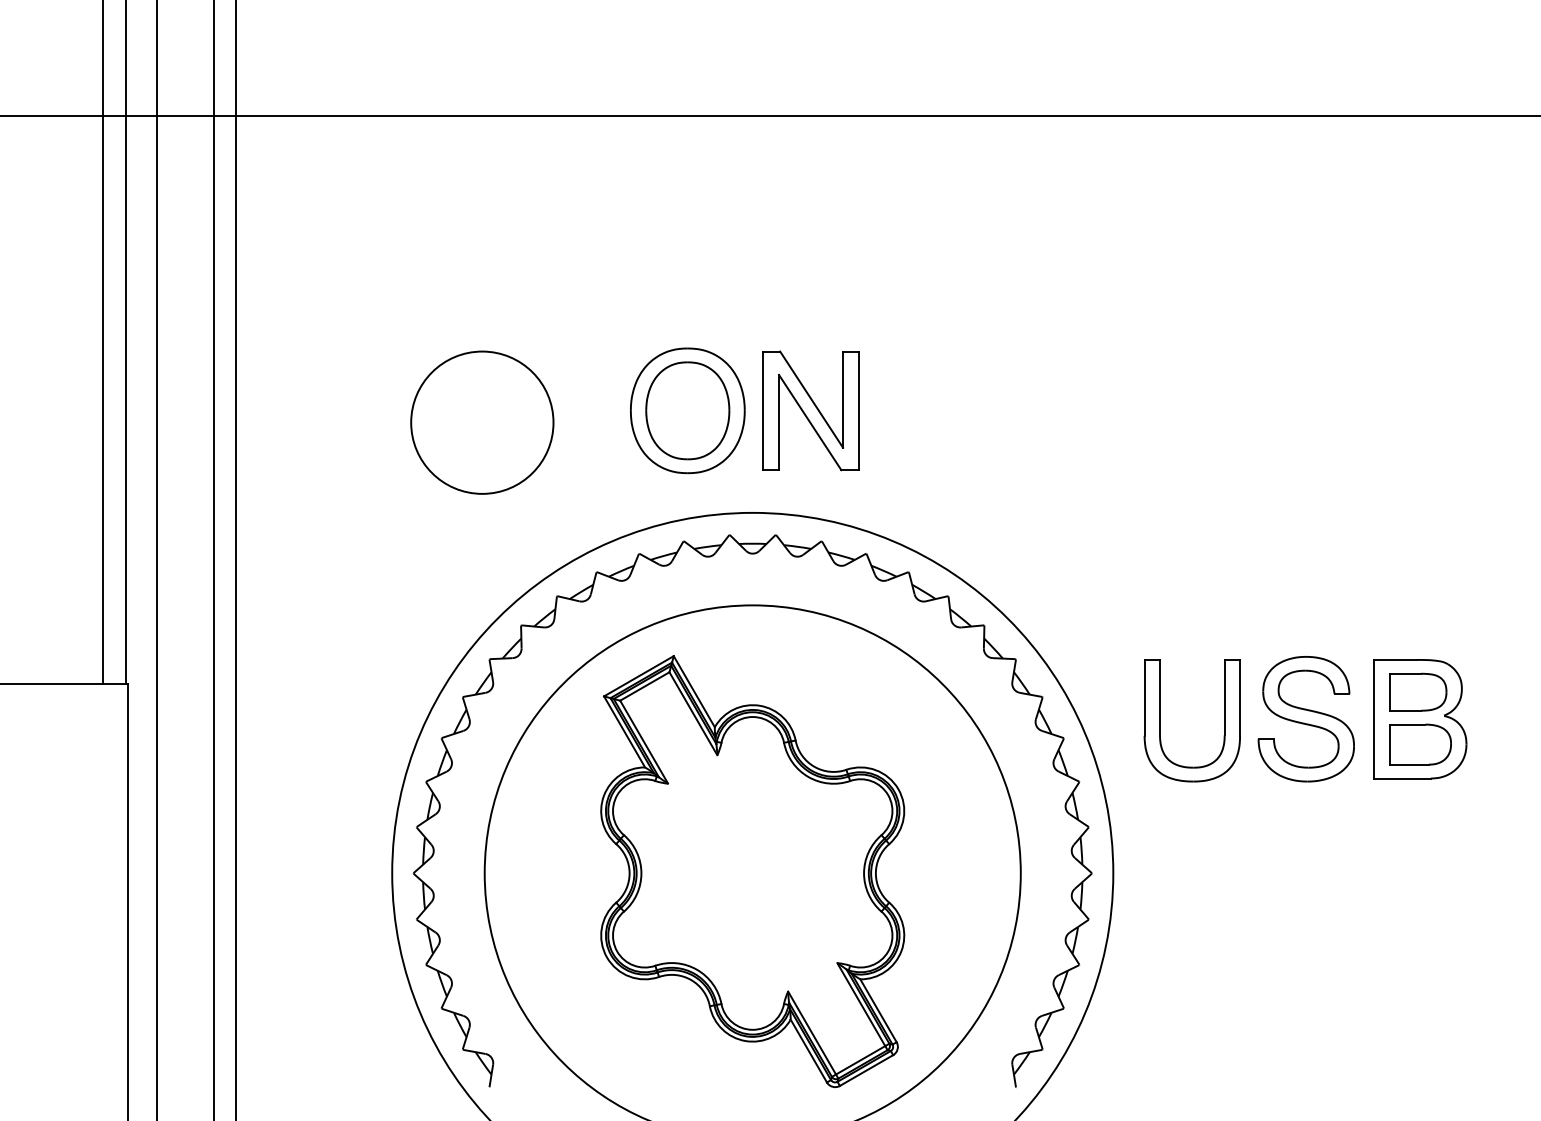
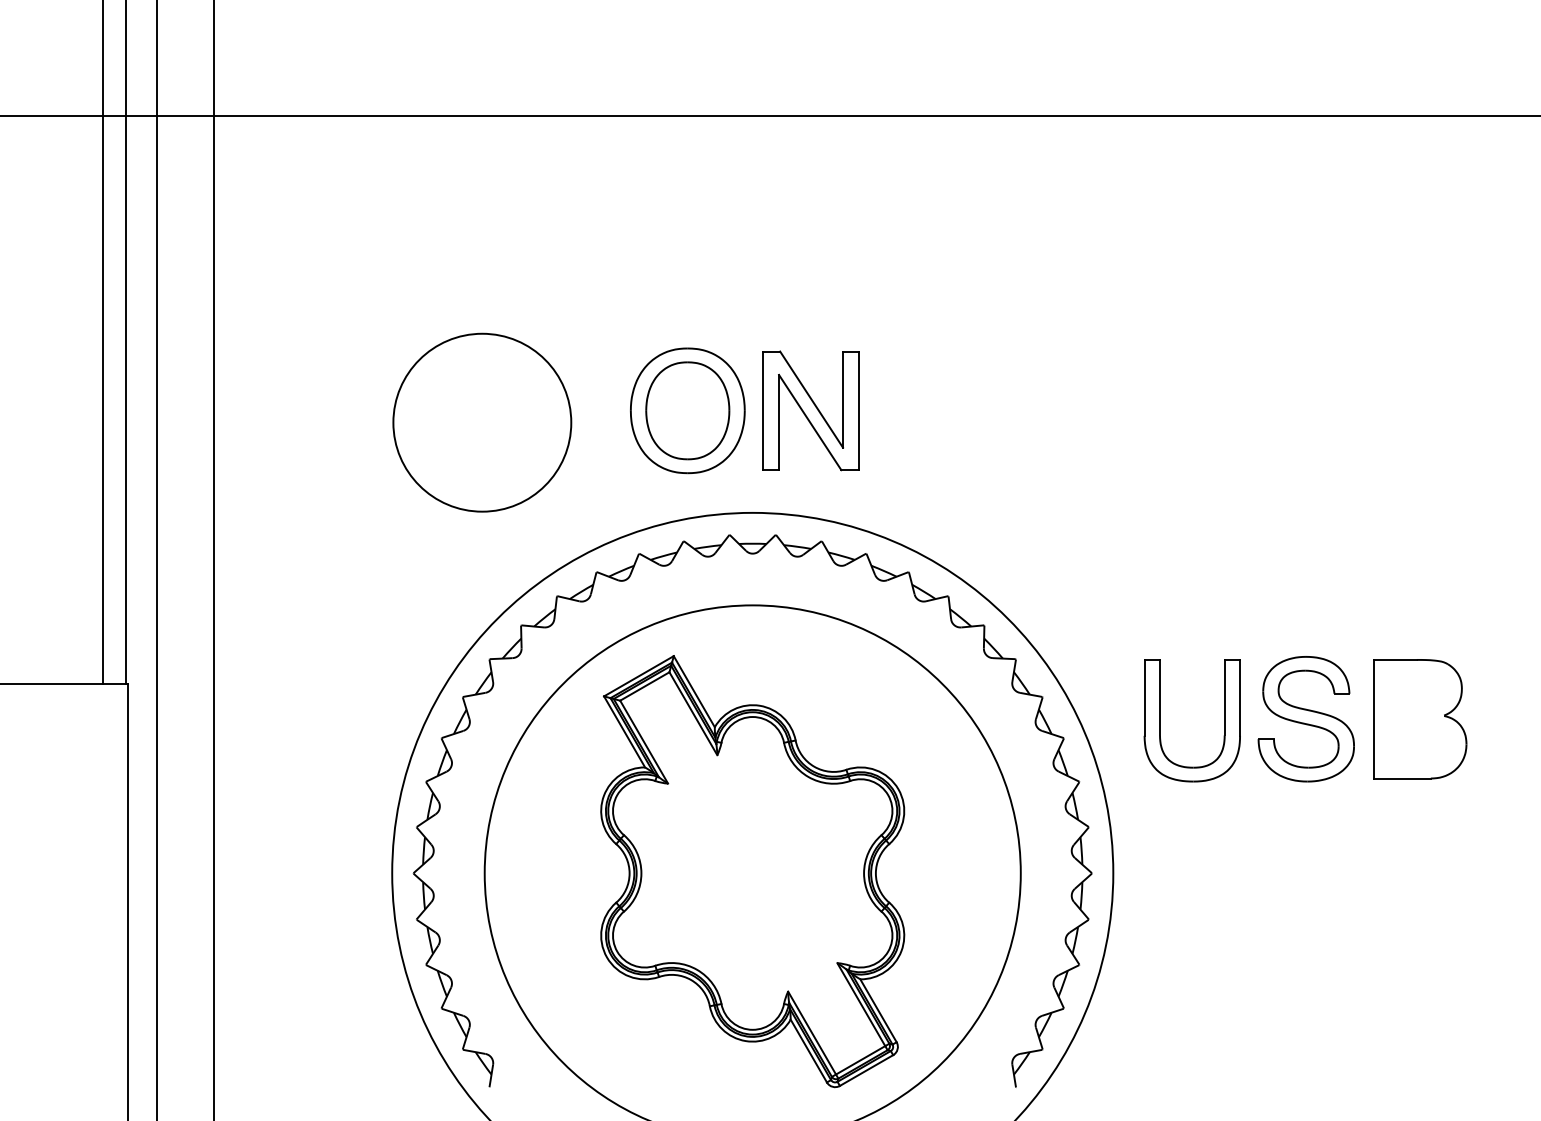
circle at (482, 422) diameter: 142 px -> 178 px
line at (235, 559): present -> none
part at (1418, 691): present -> none
part at (1420, 744): present -> none
